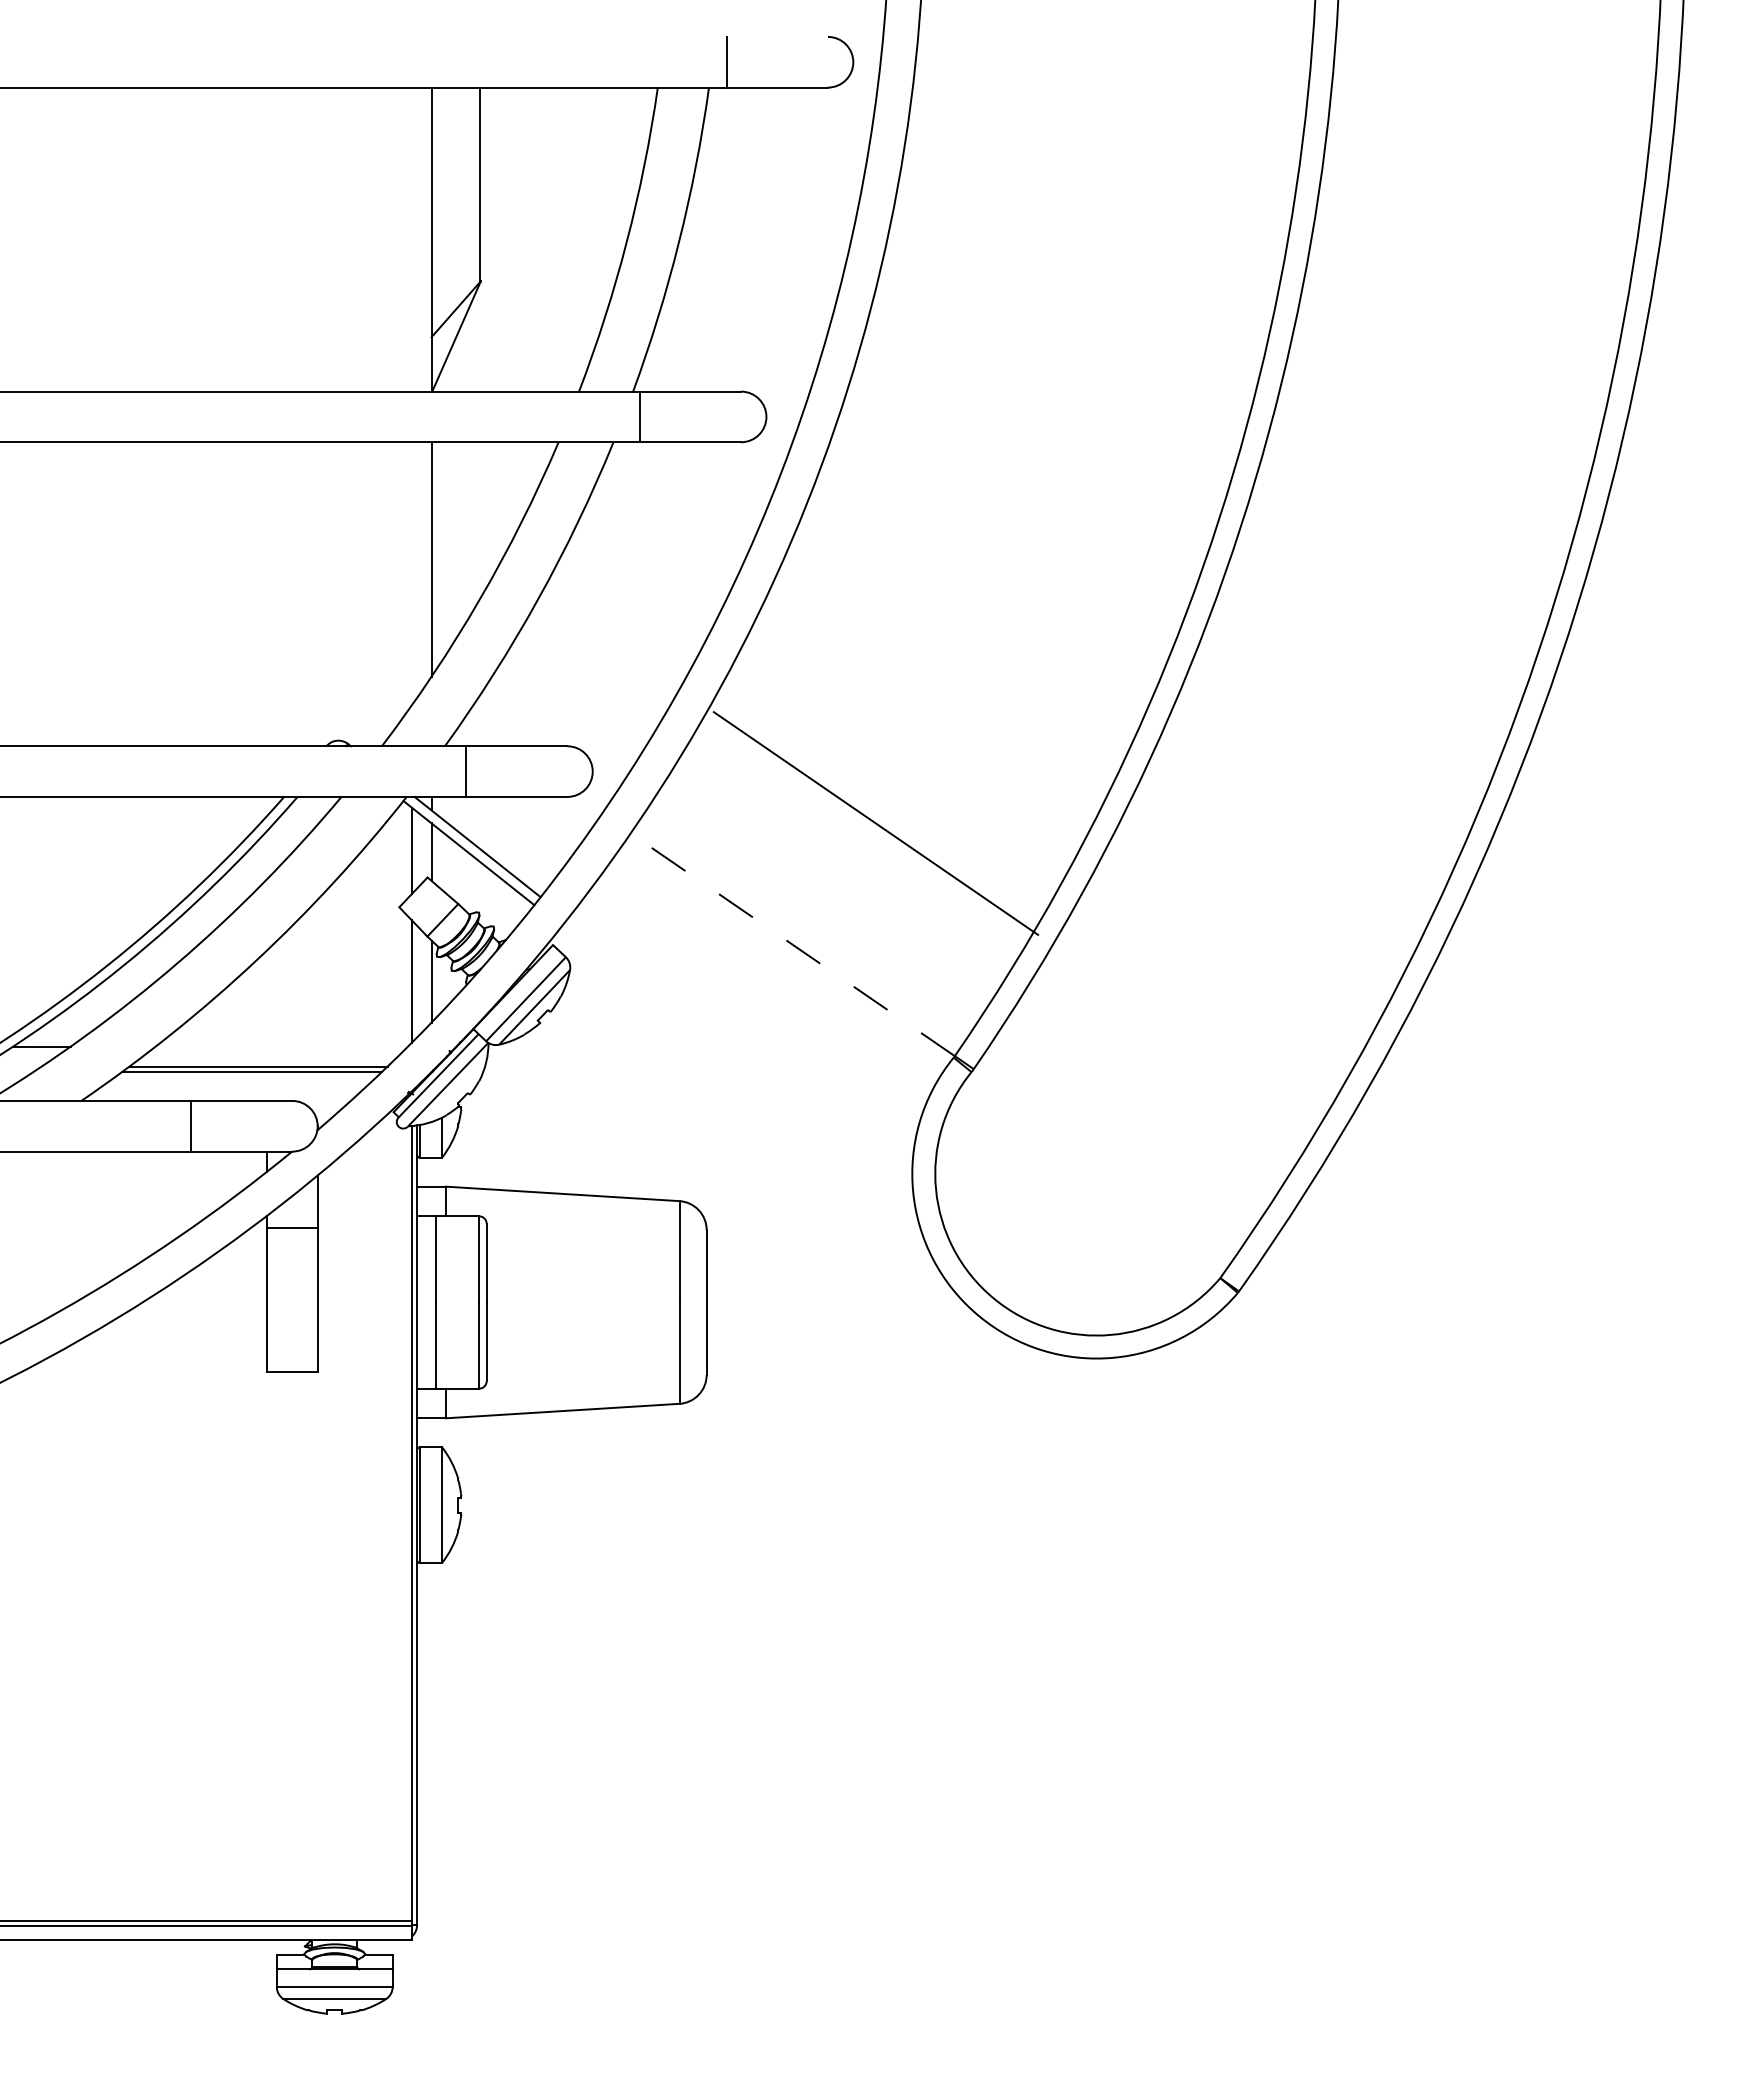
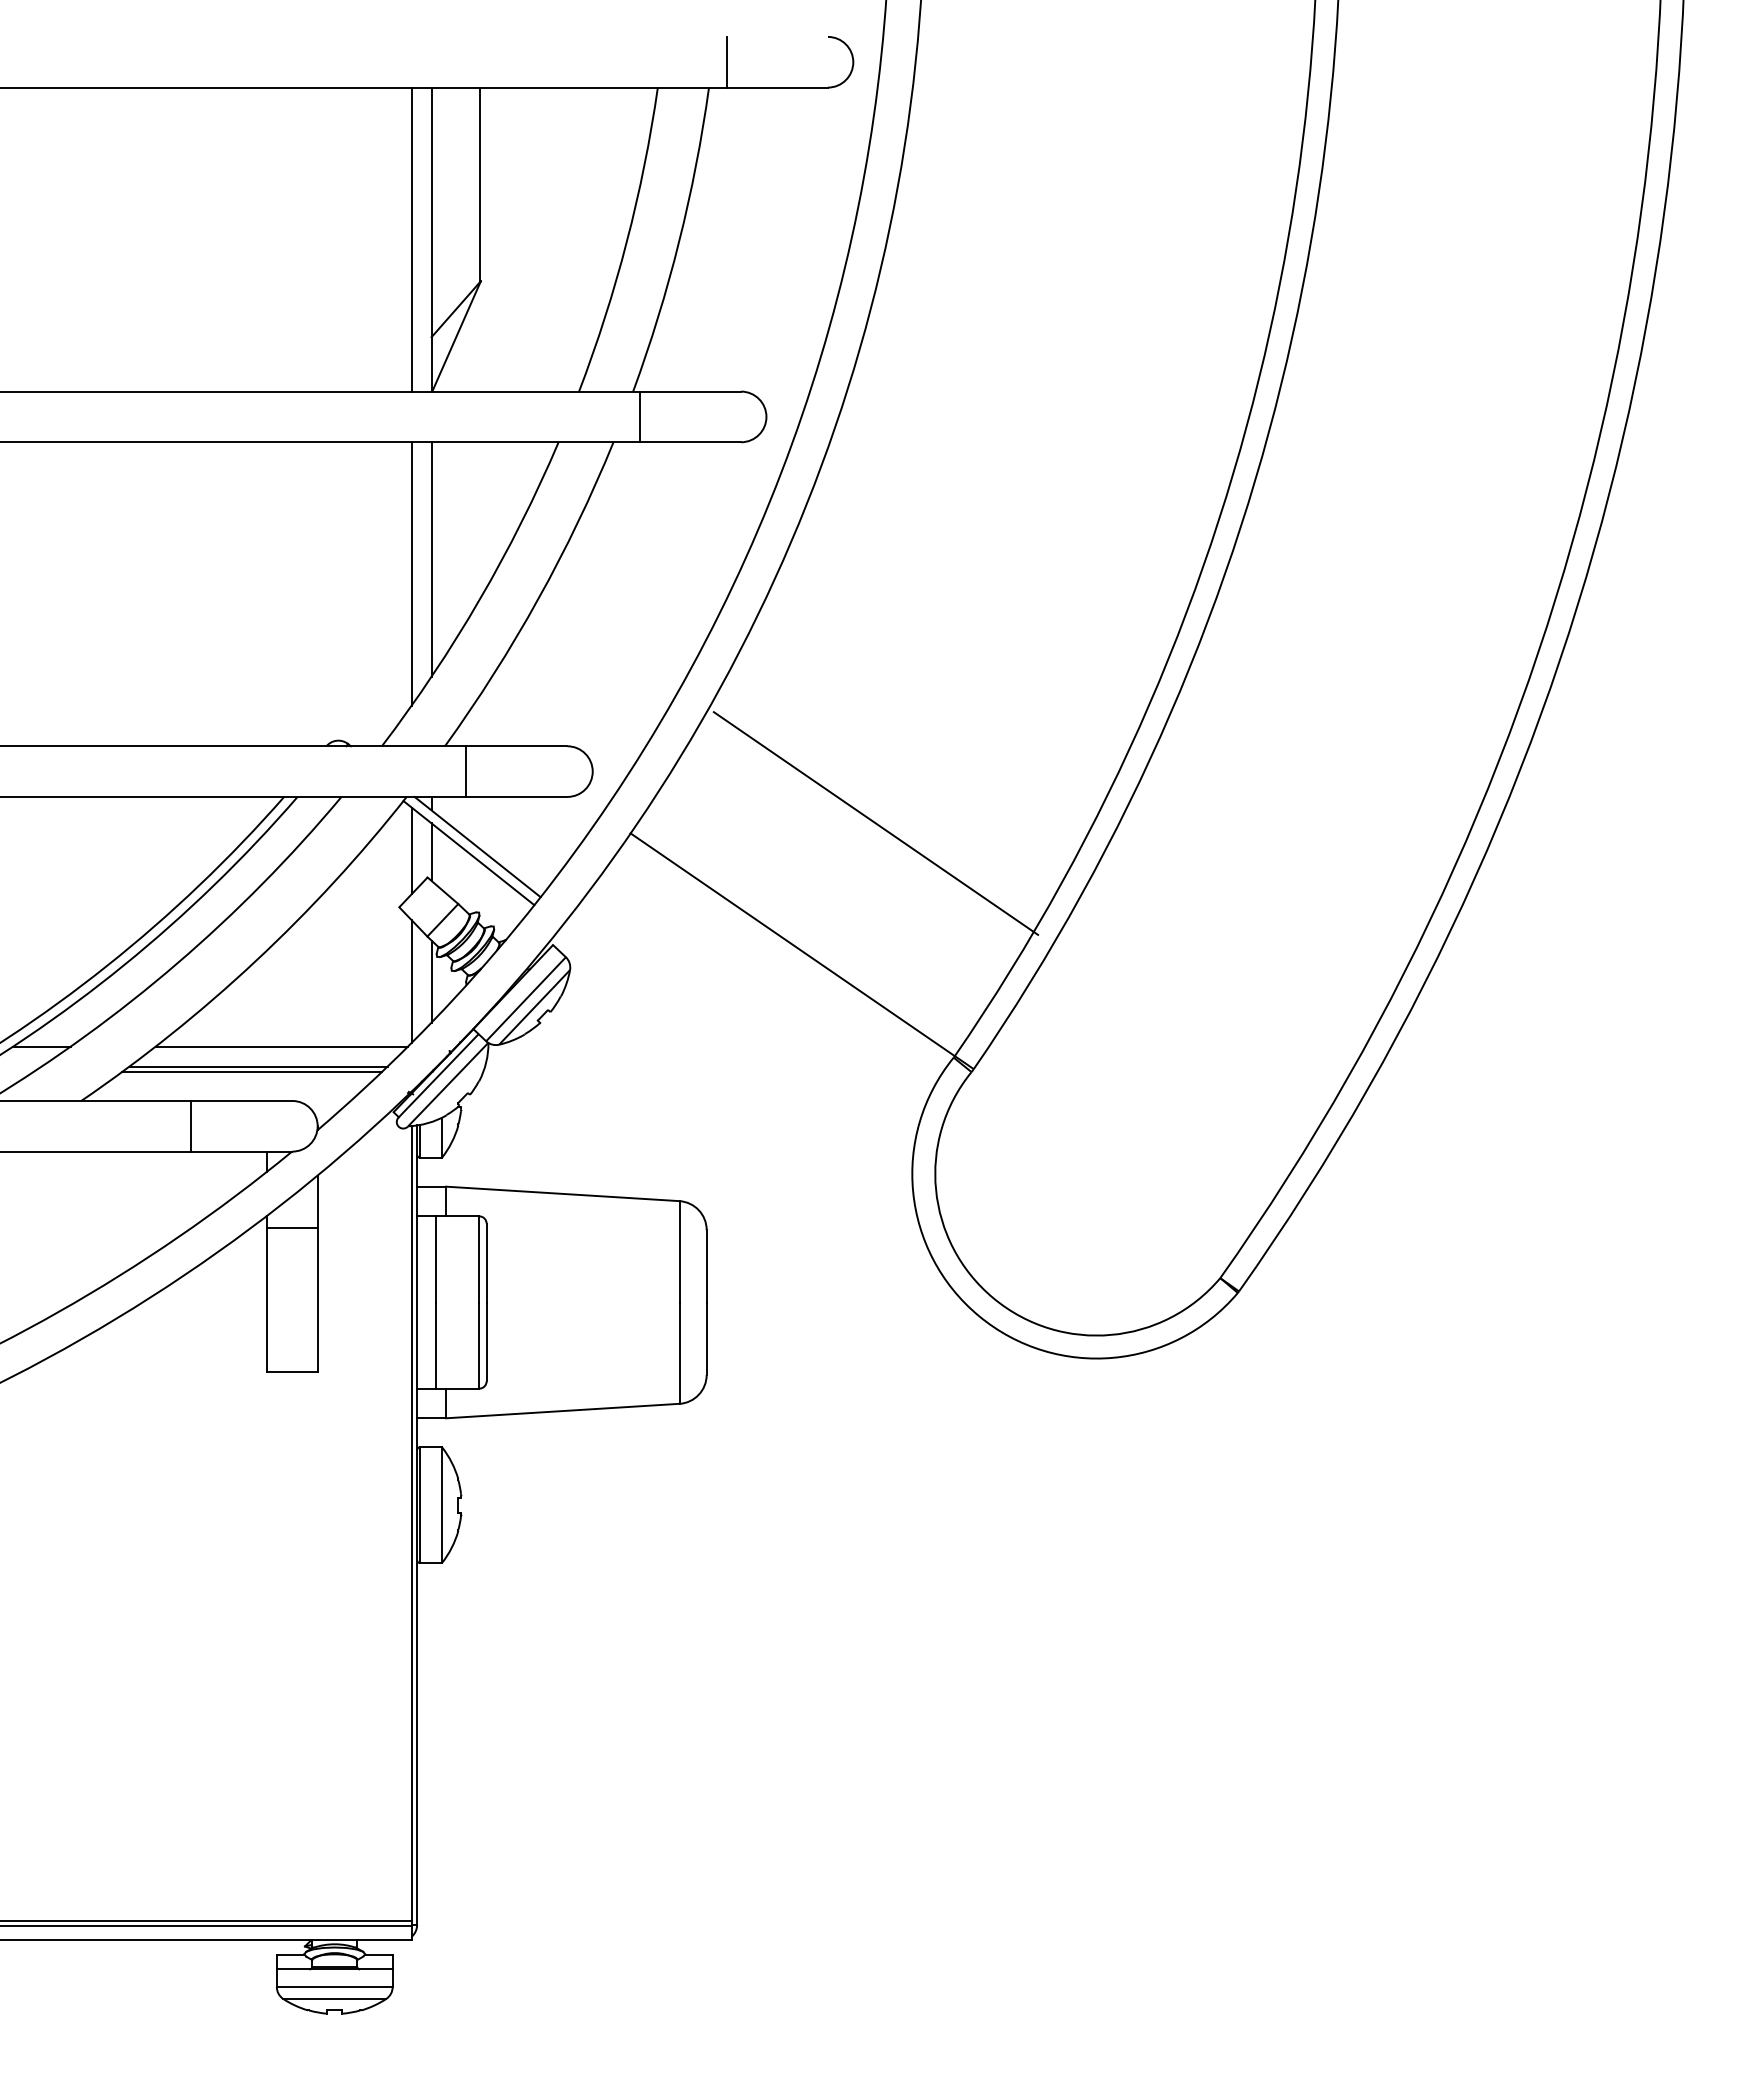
line at (411, 239): none -> present
line at (411, 573): none -> present
line at (792, 944): dashed -> solid
line at (281, 1046): none -> present
